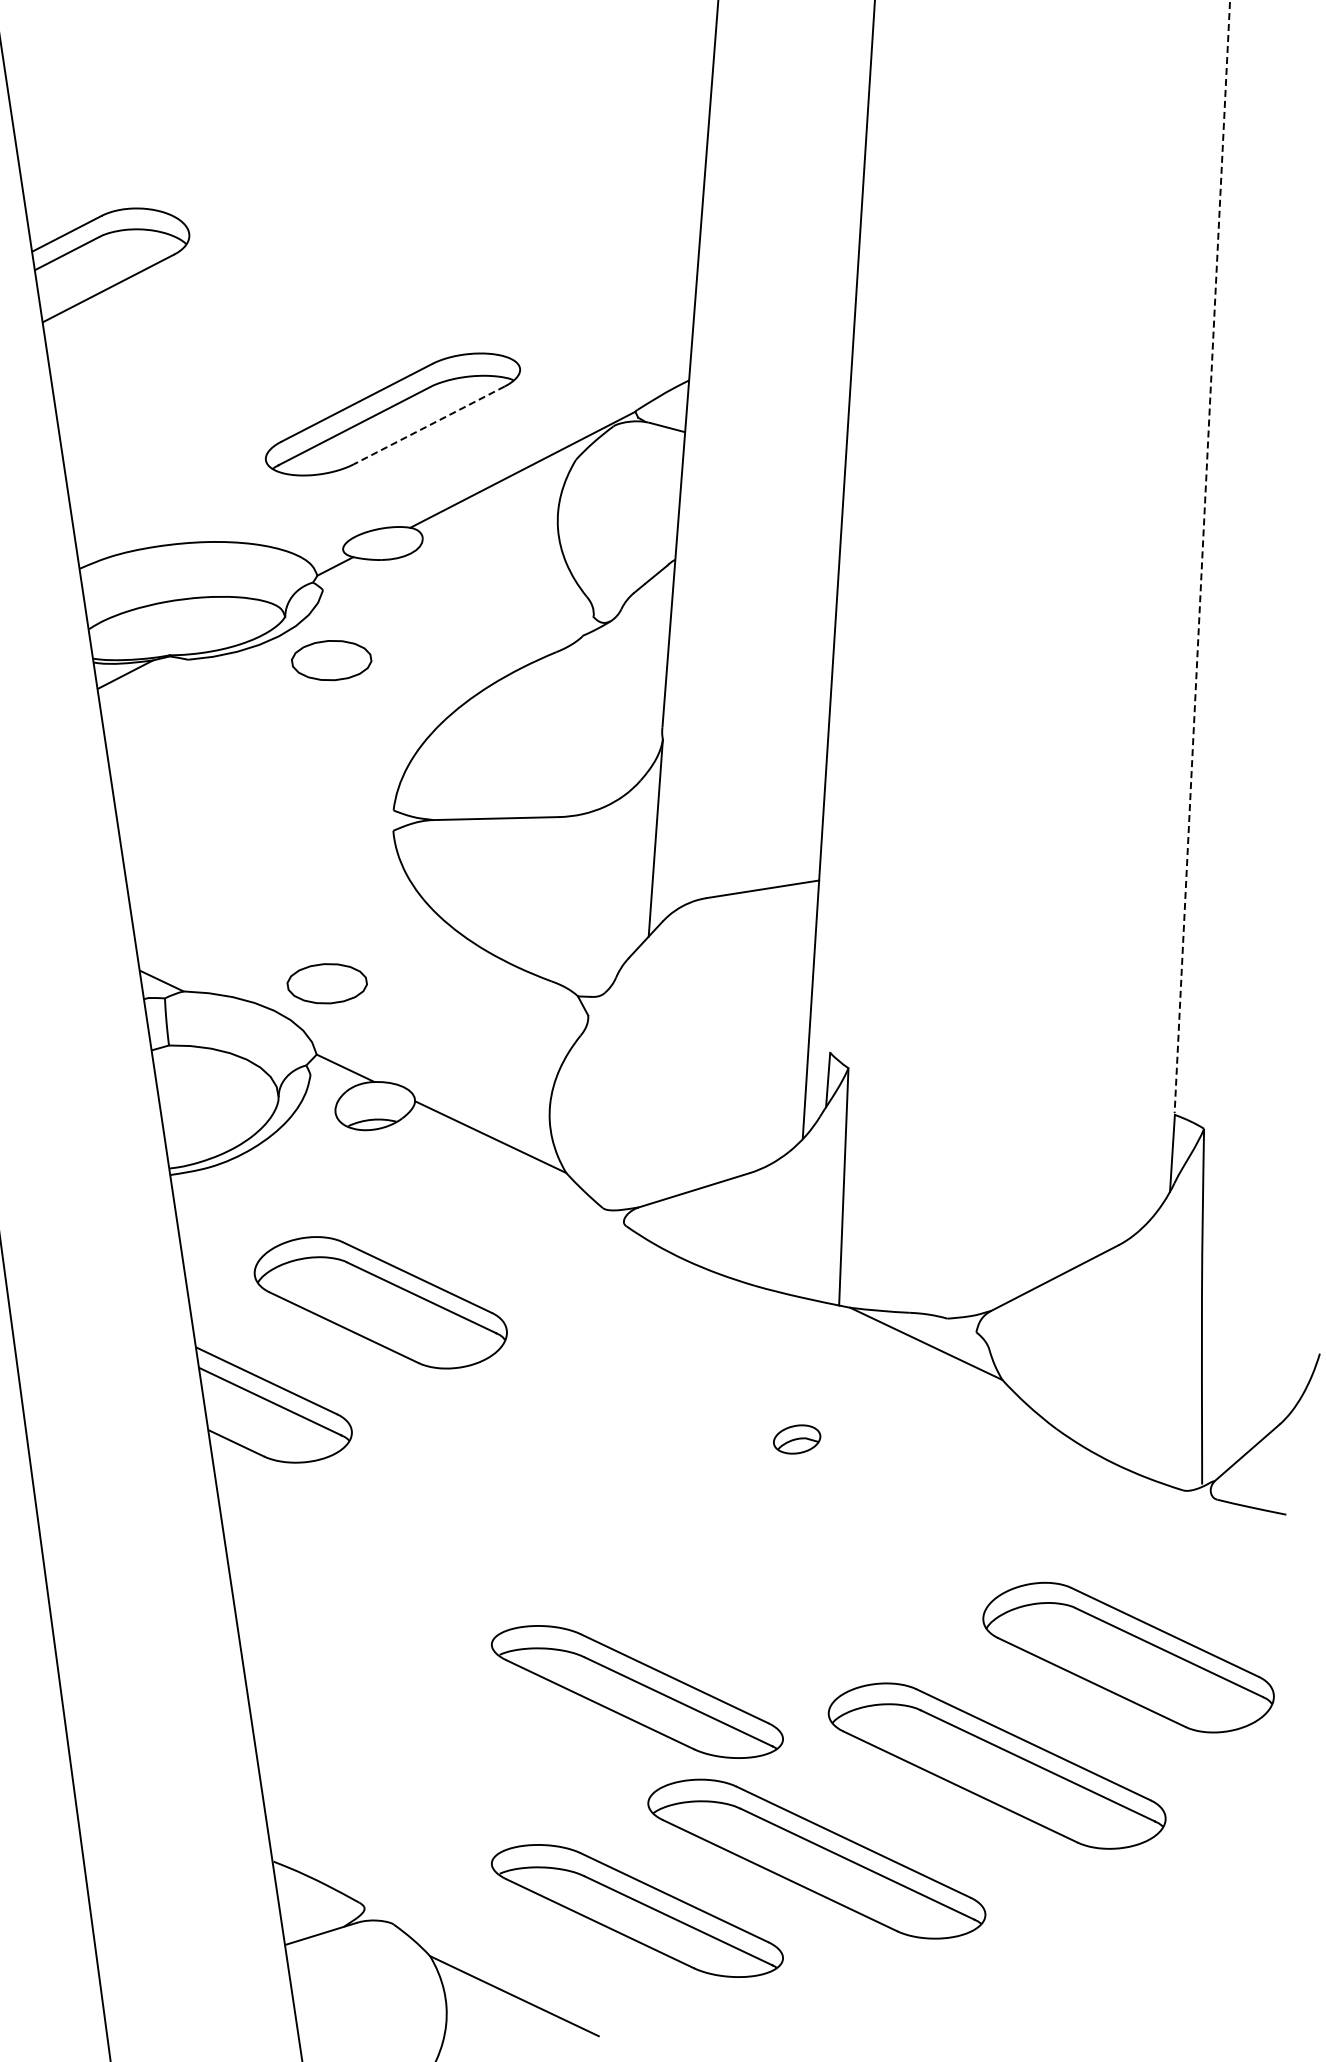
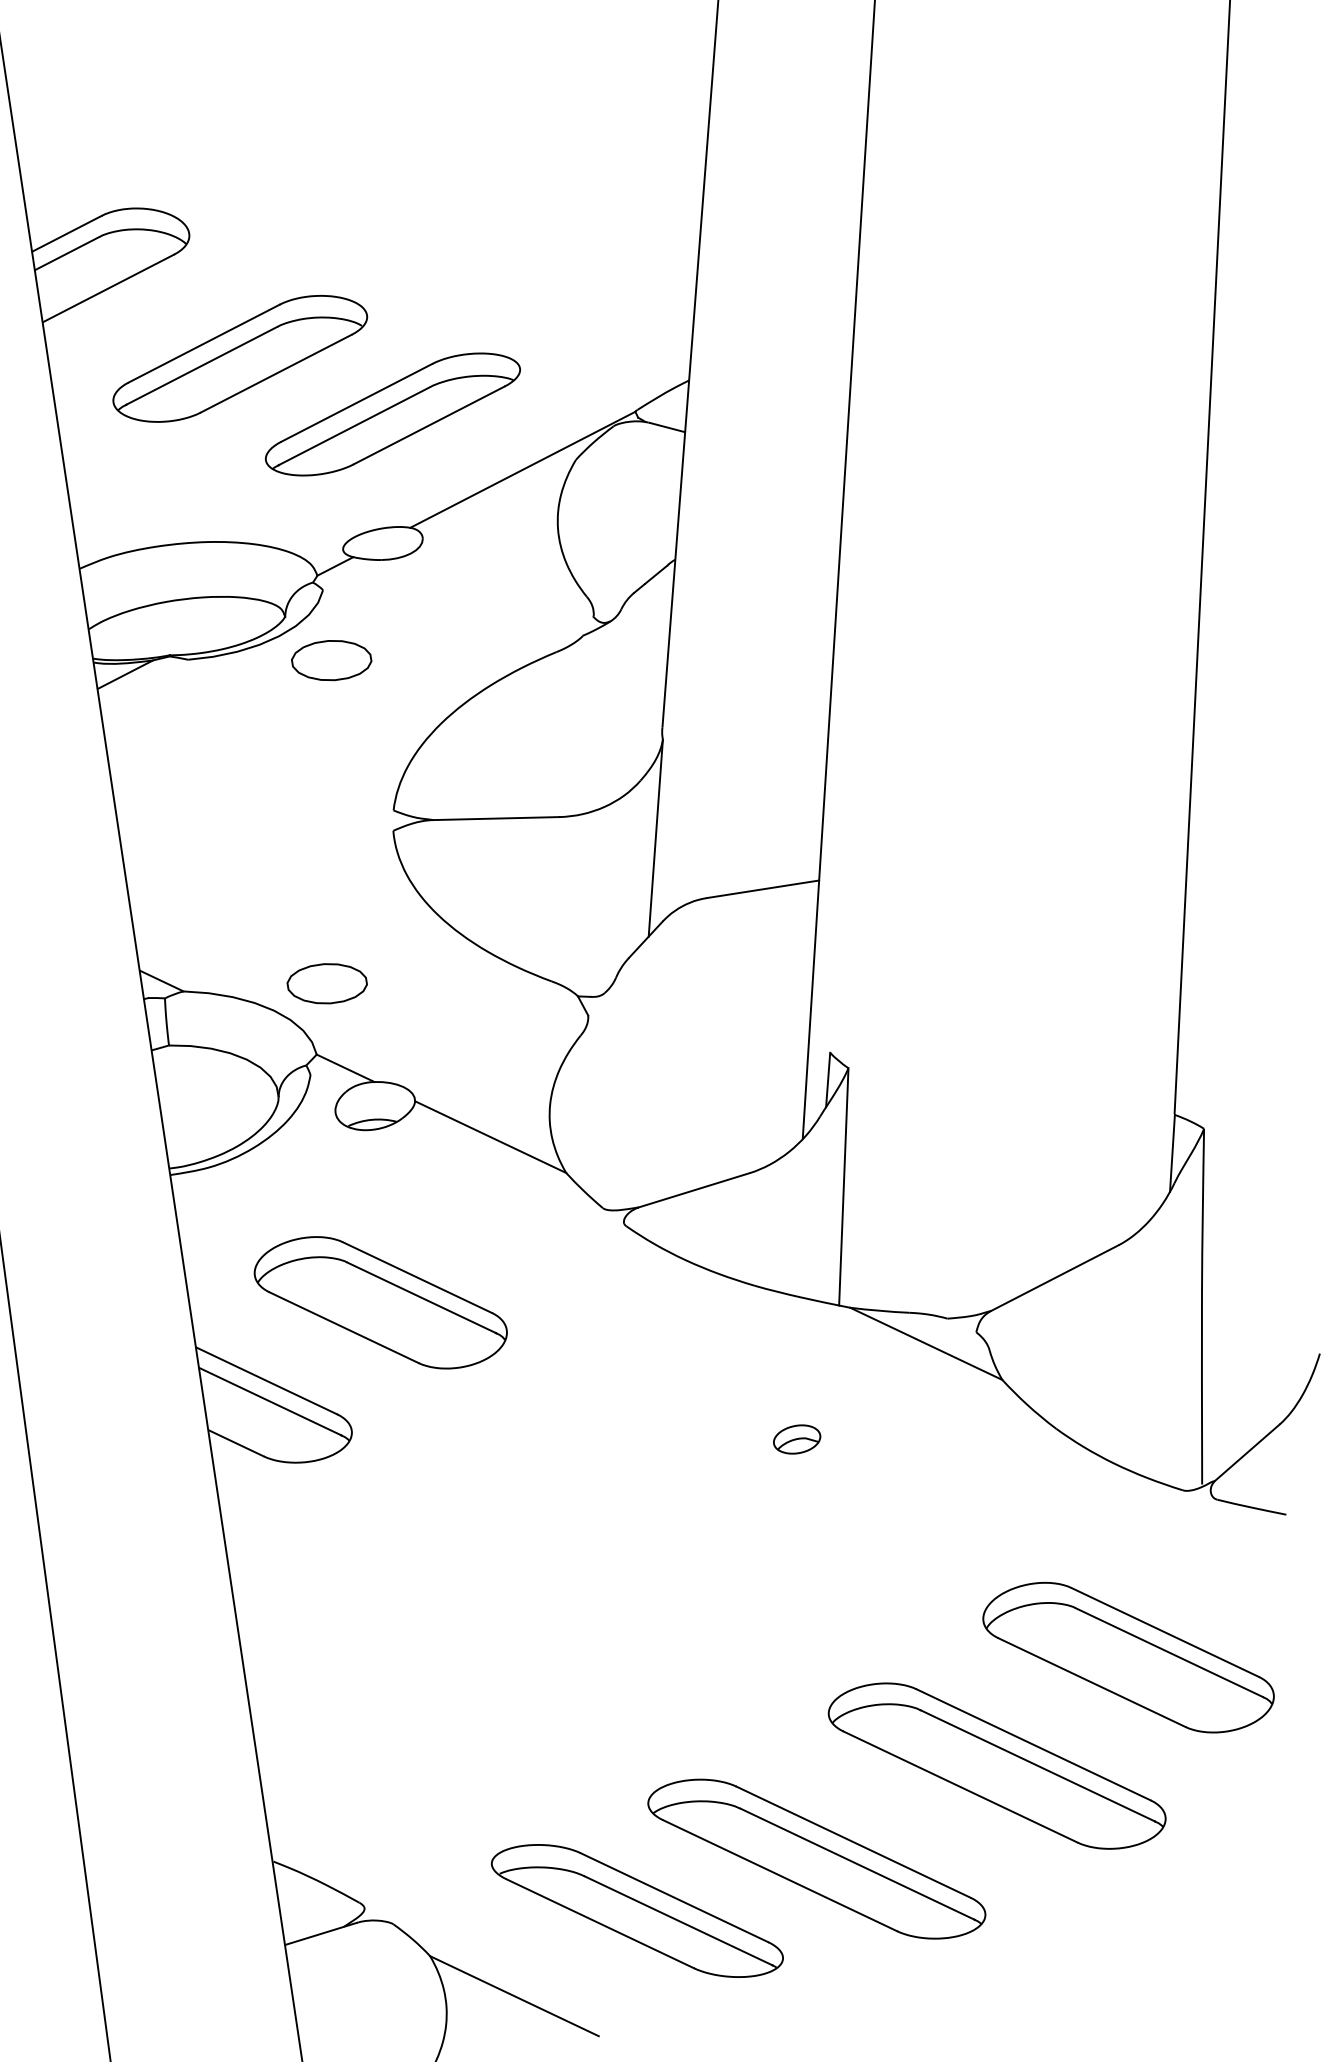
part at (240, 358): none -> present
line at (429, 425): dashed -> solid
line at (1202, 556): dashed -> solid
part at (636, 1691): present -> none
